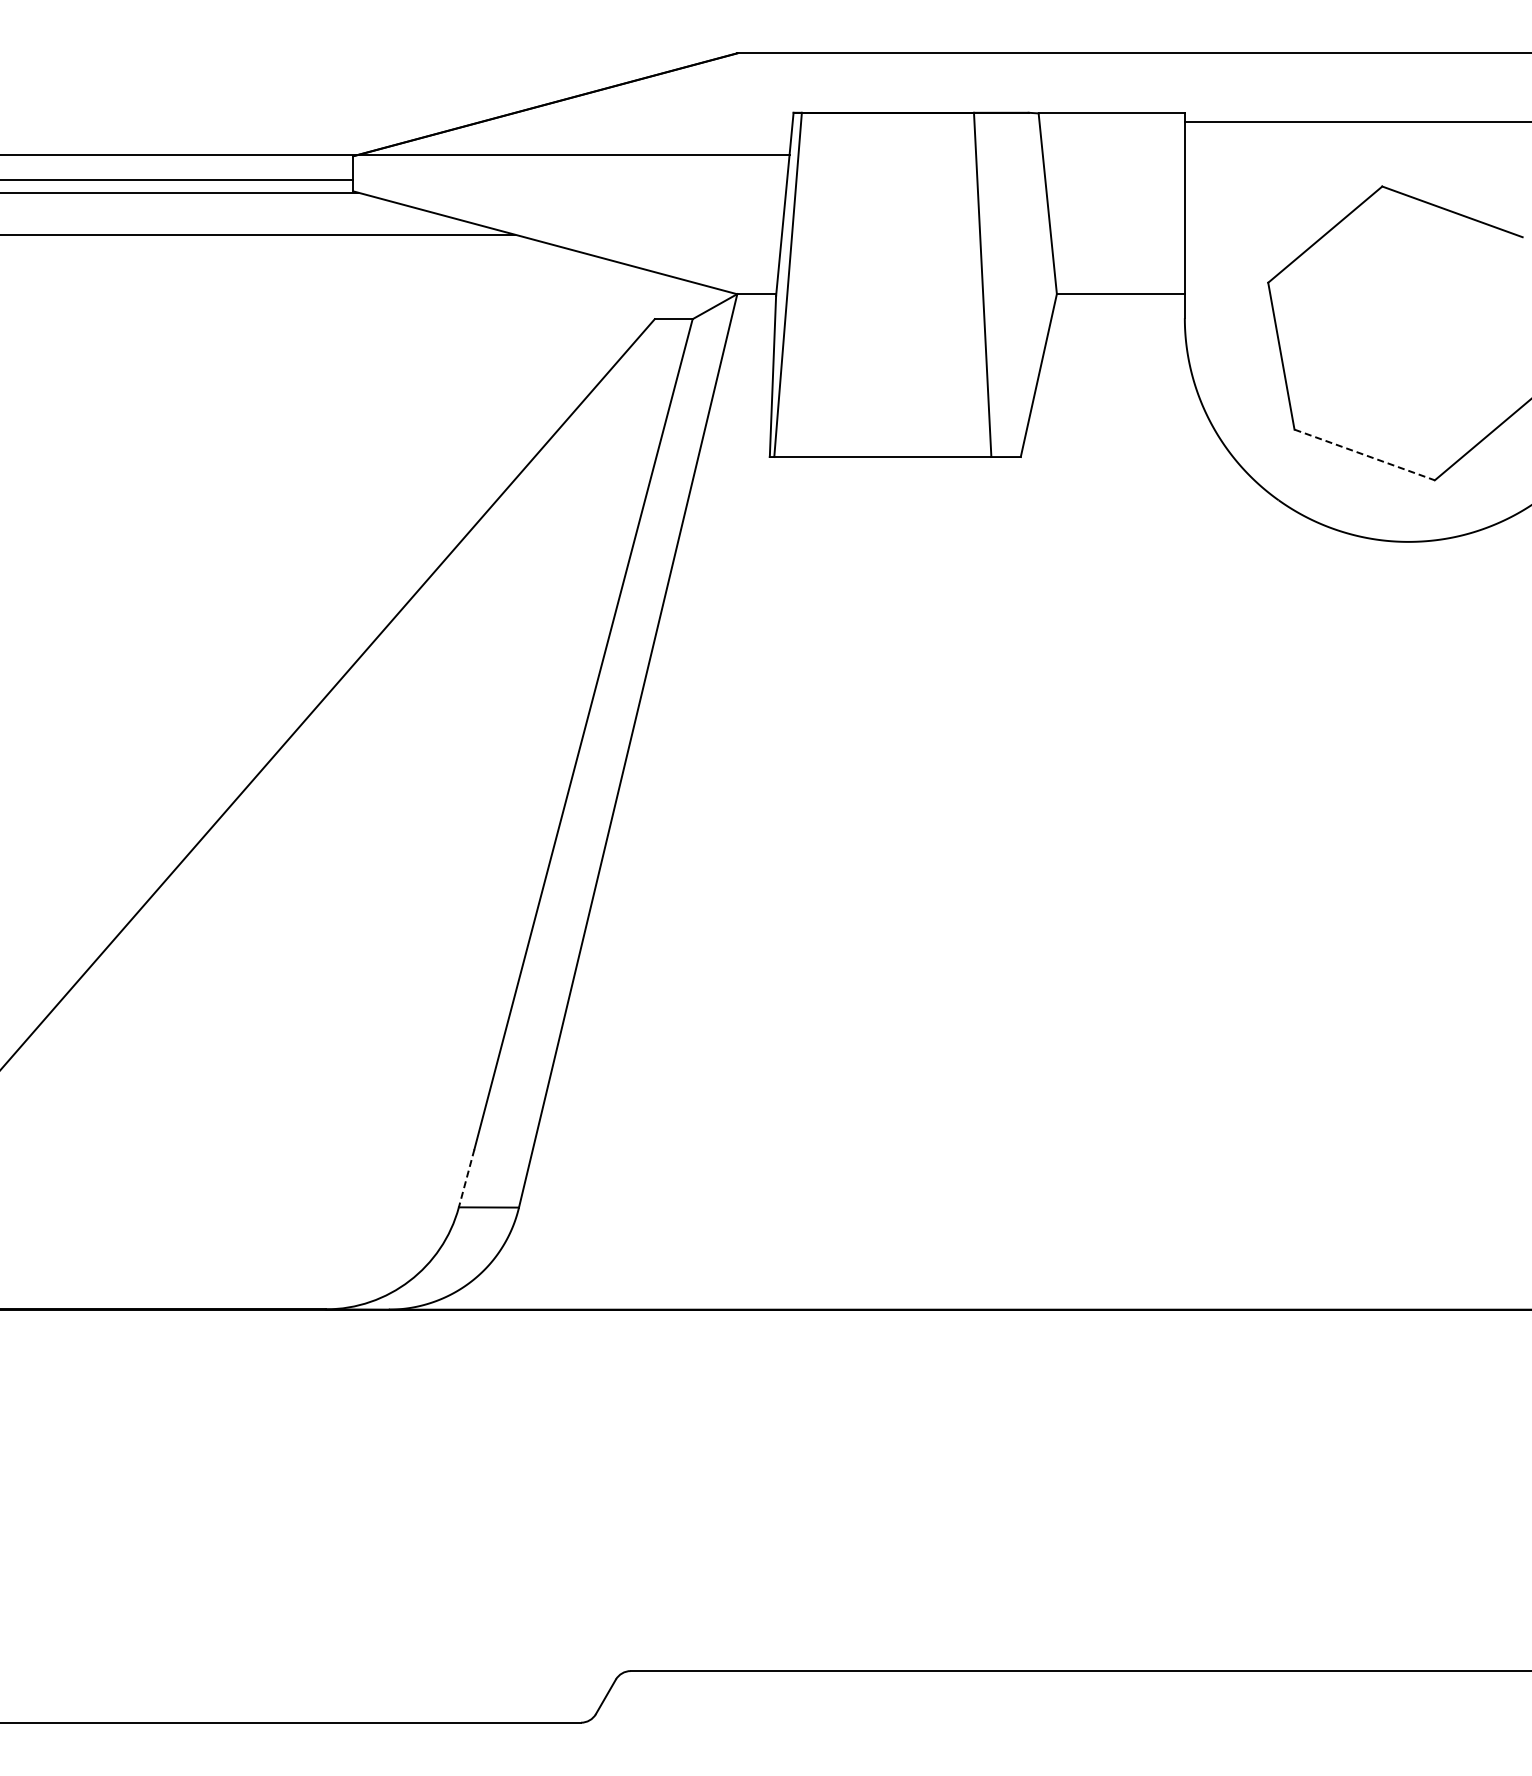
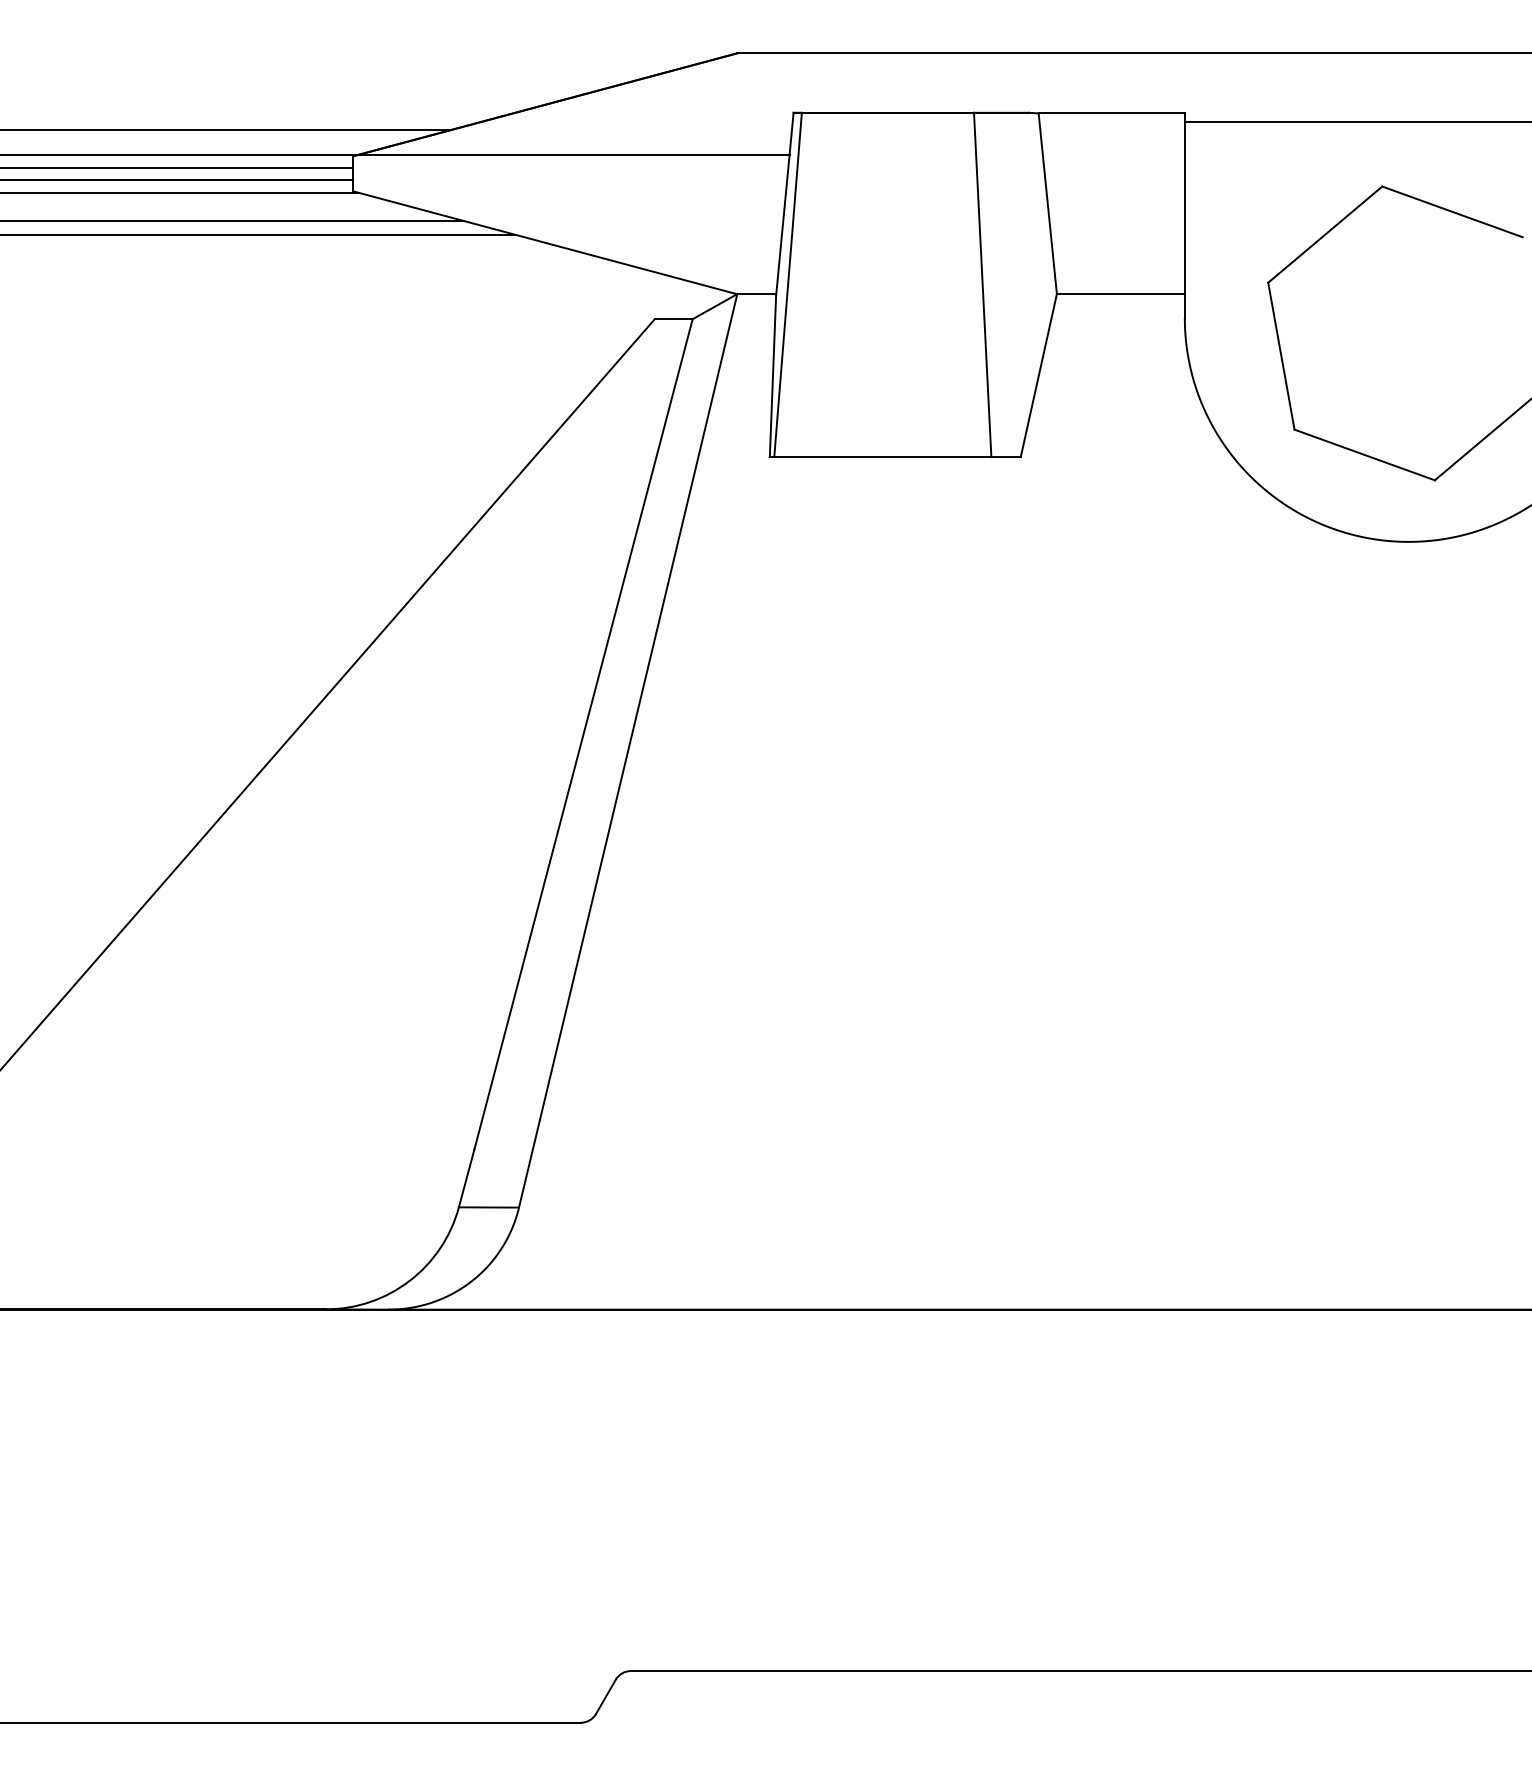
line at (226, 129): none -> present
line at (177, 167): none -> present
line at (232, 220): none -> present
line at (1364, 454): dashed -> solid
line at (466, 1178): dashed -> solid
